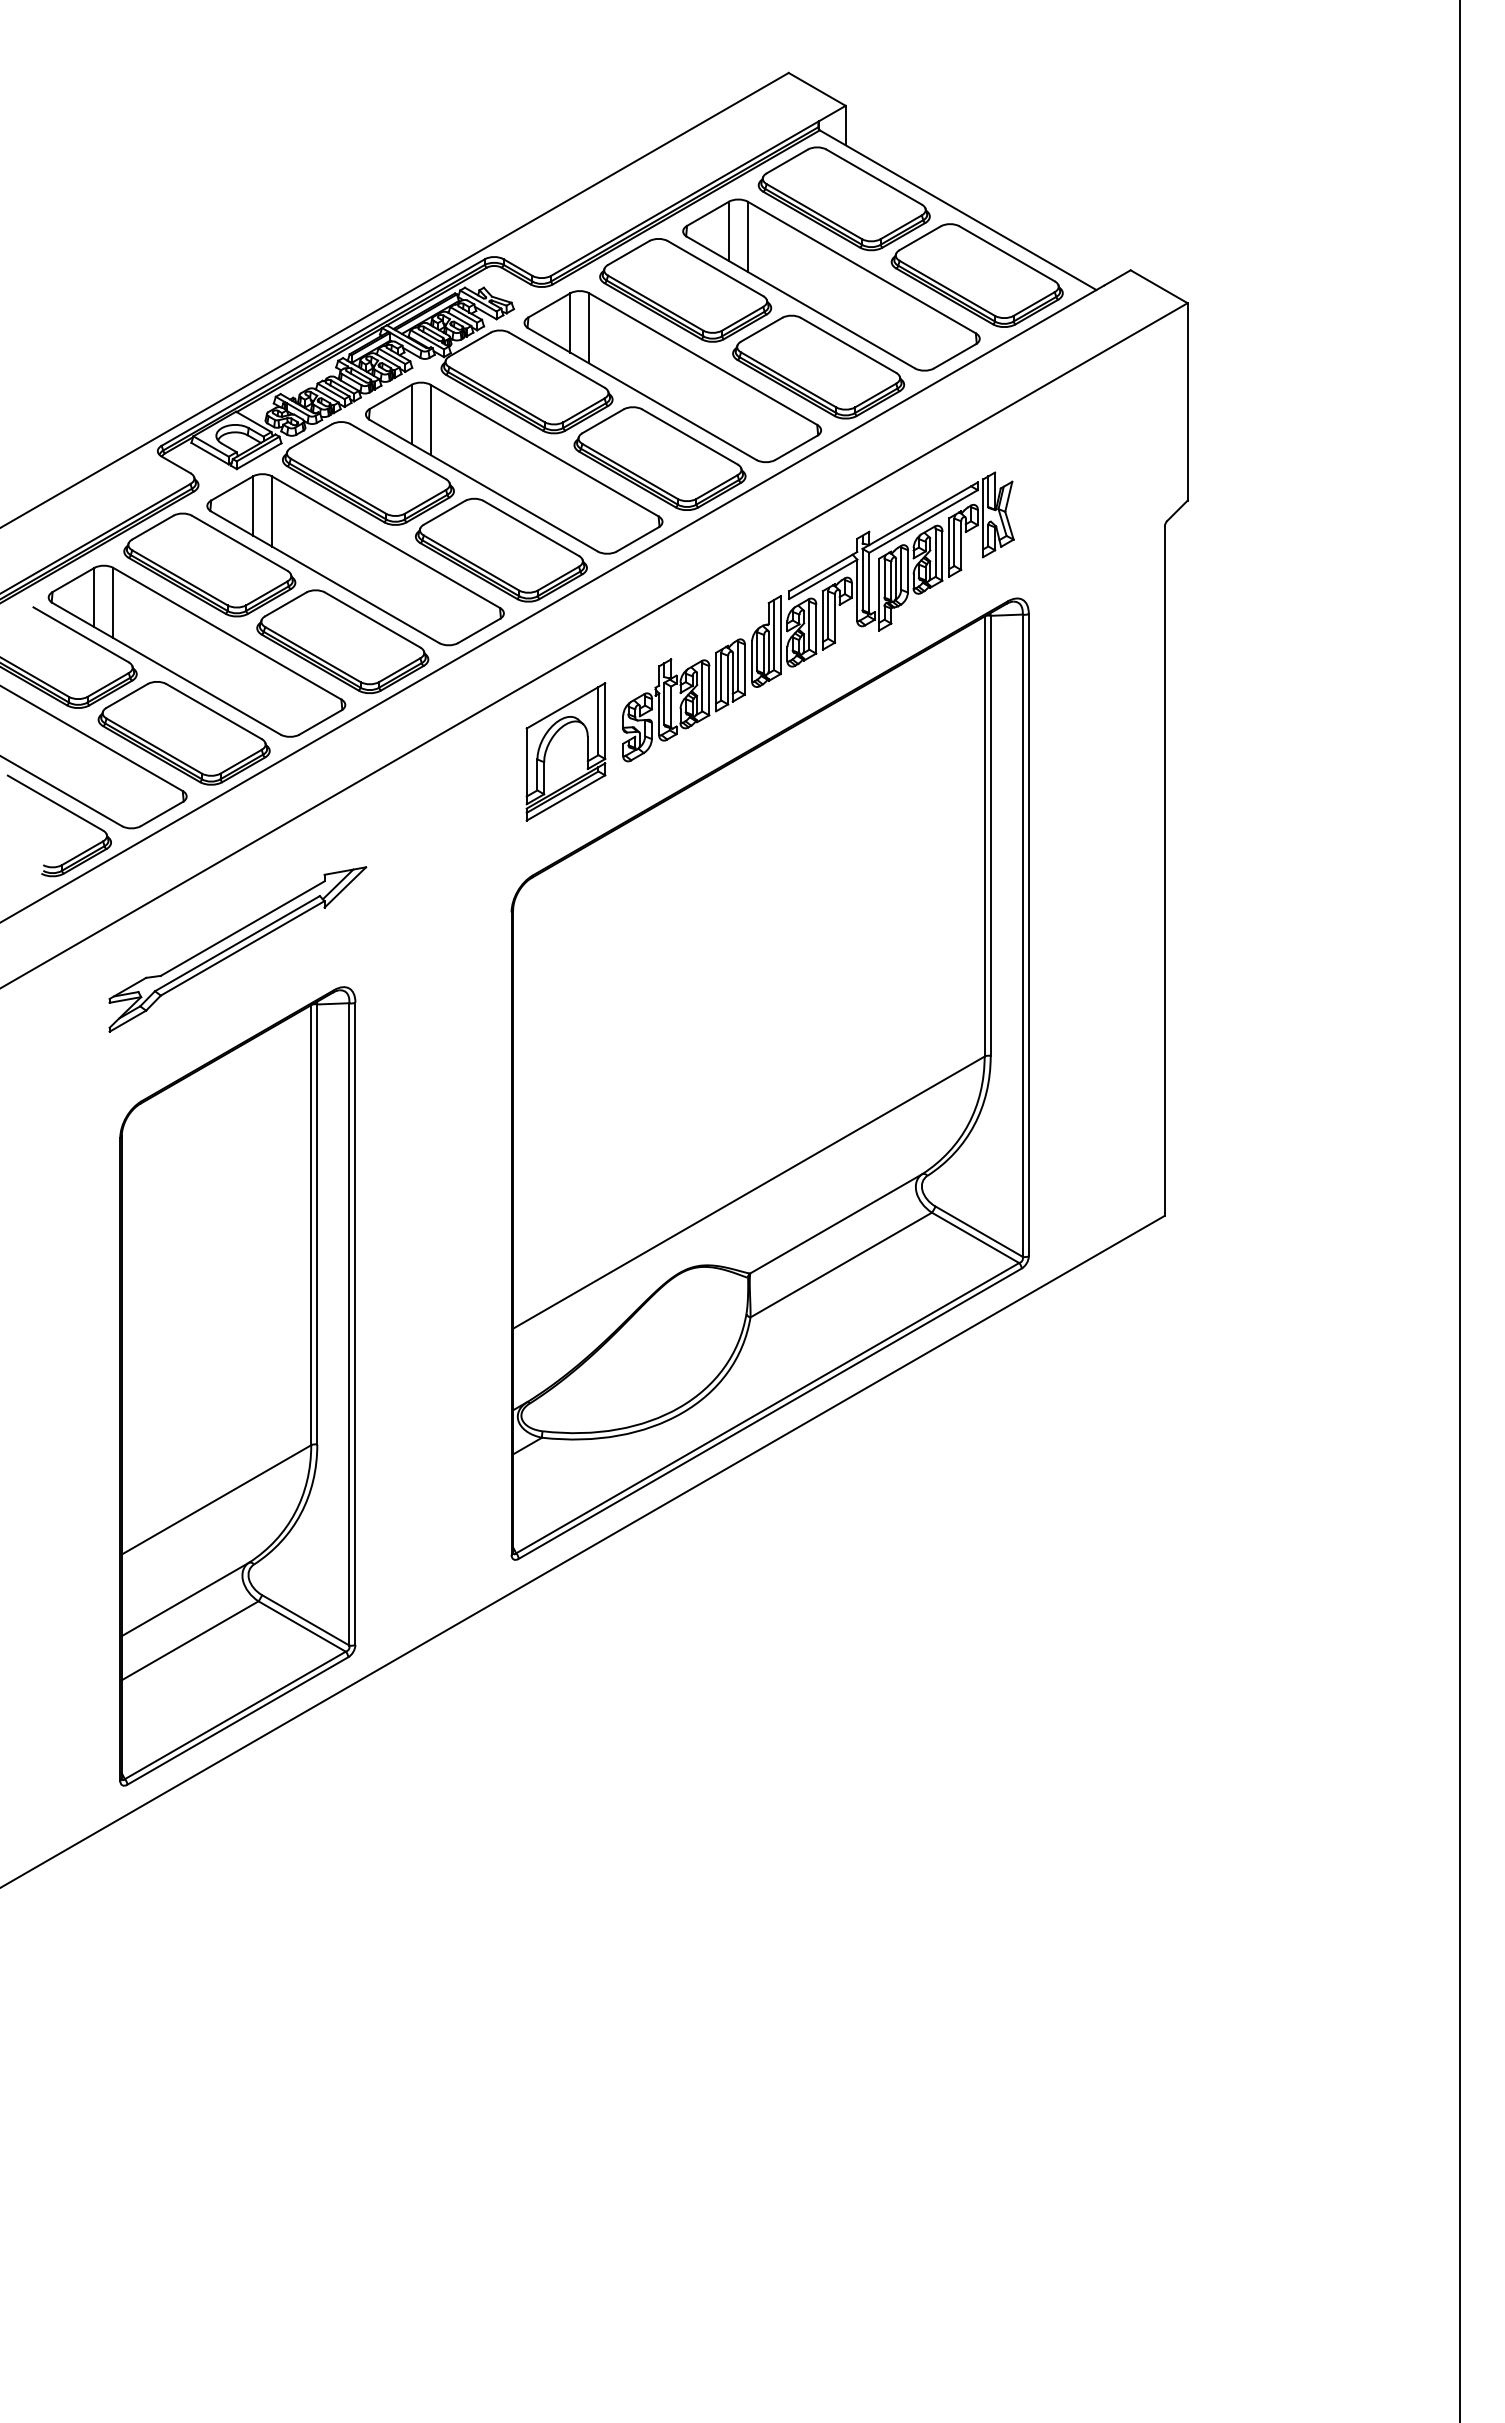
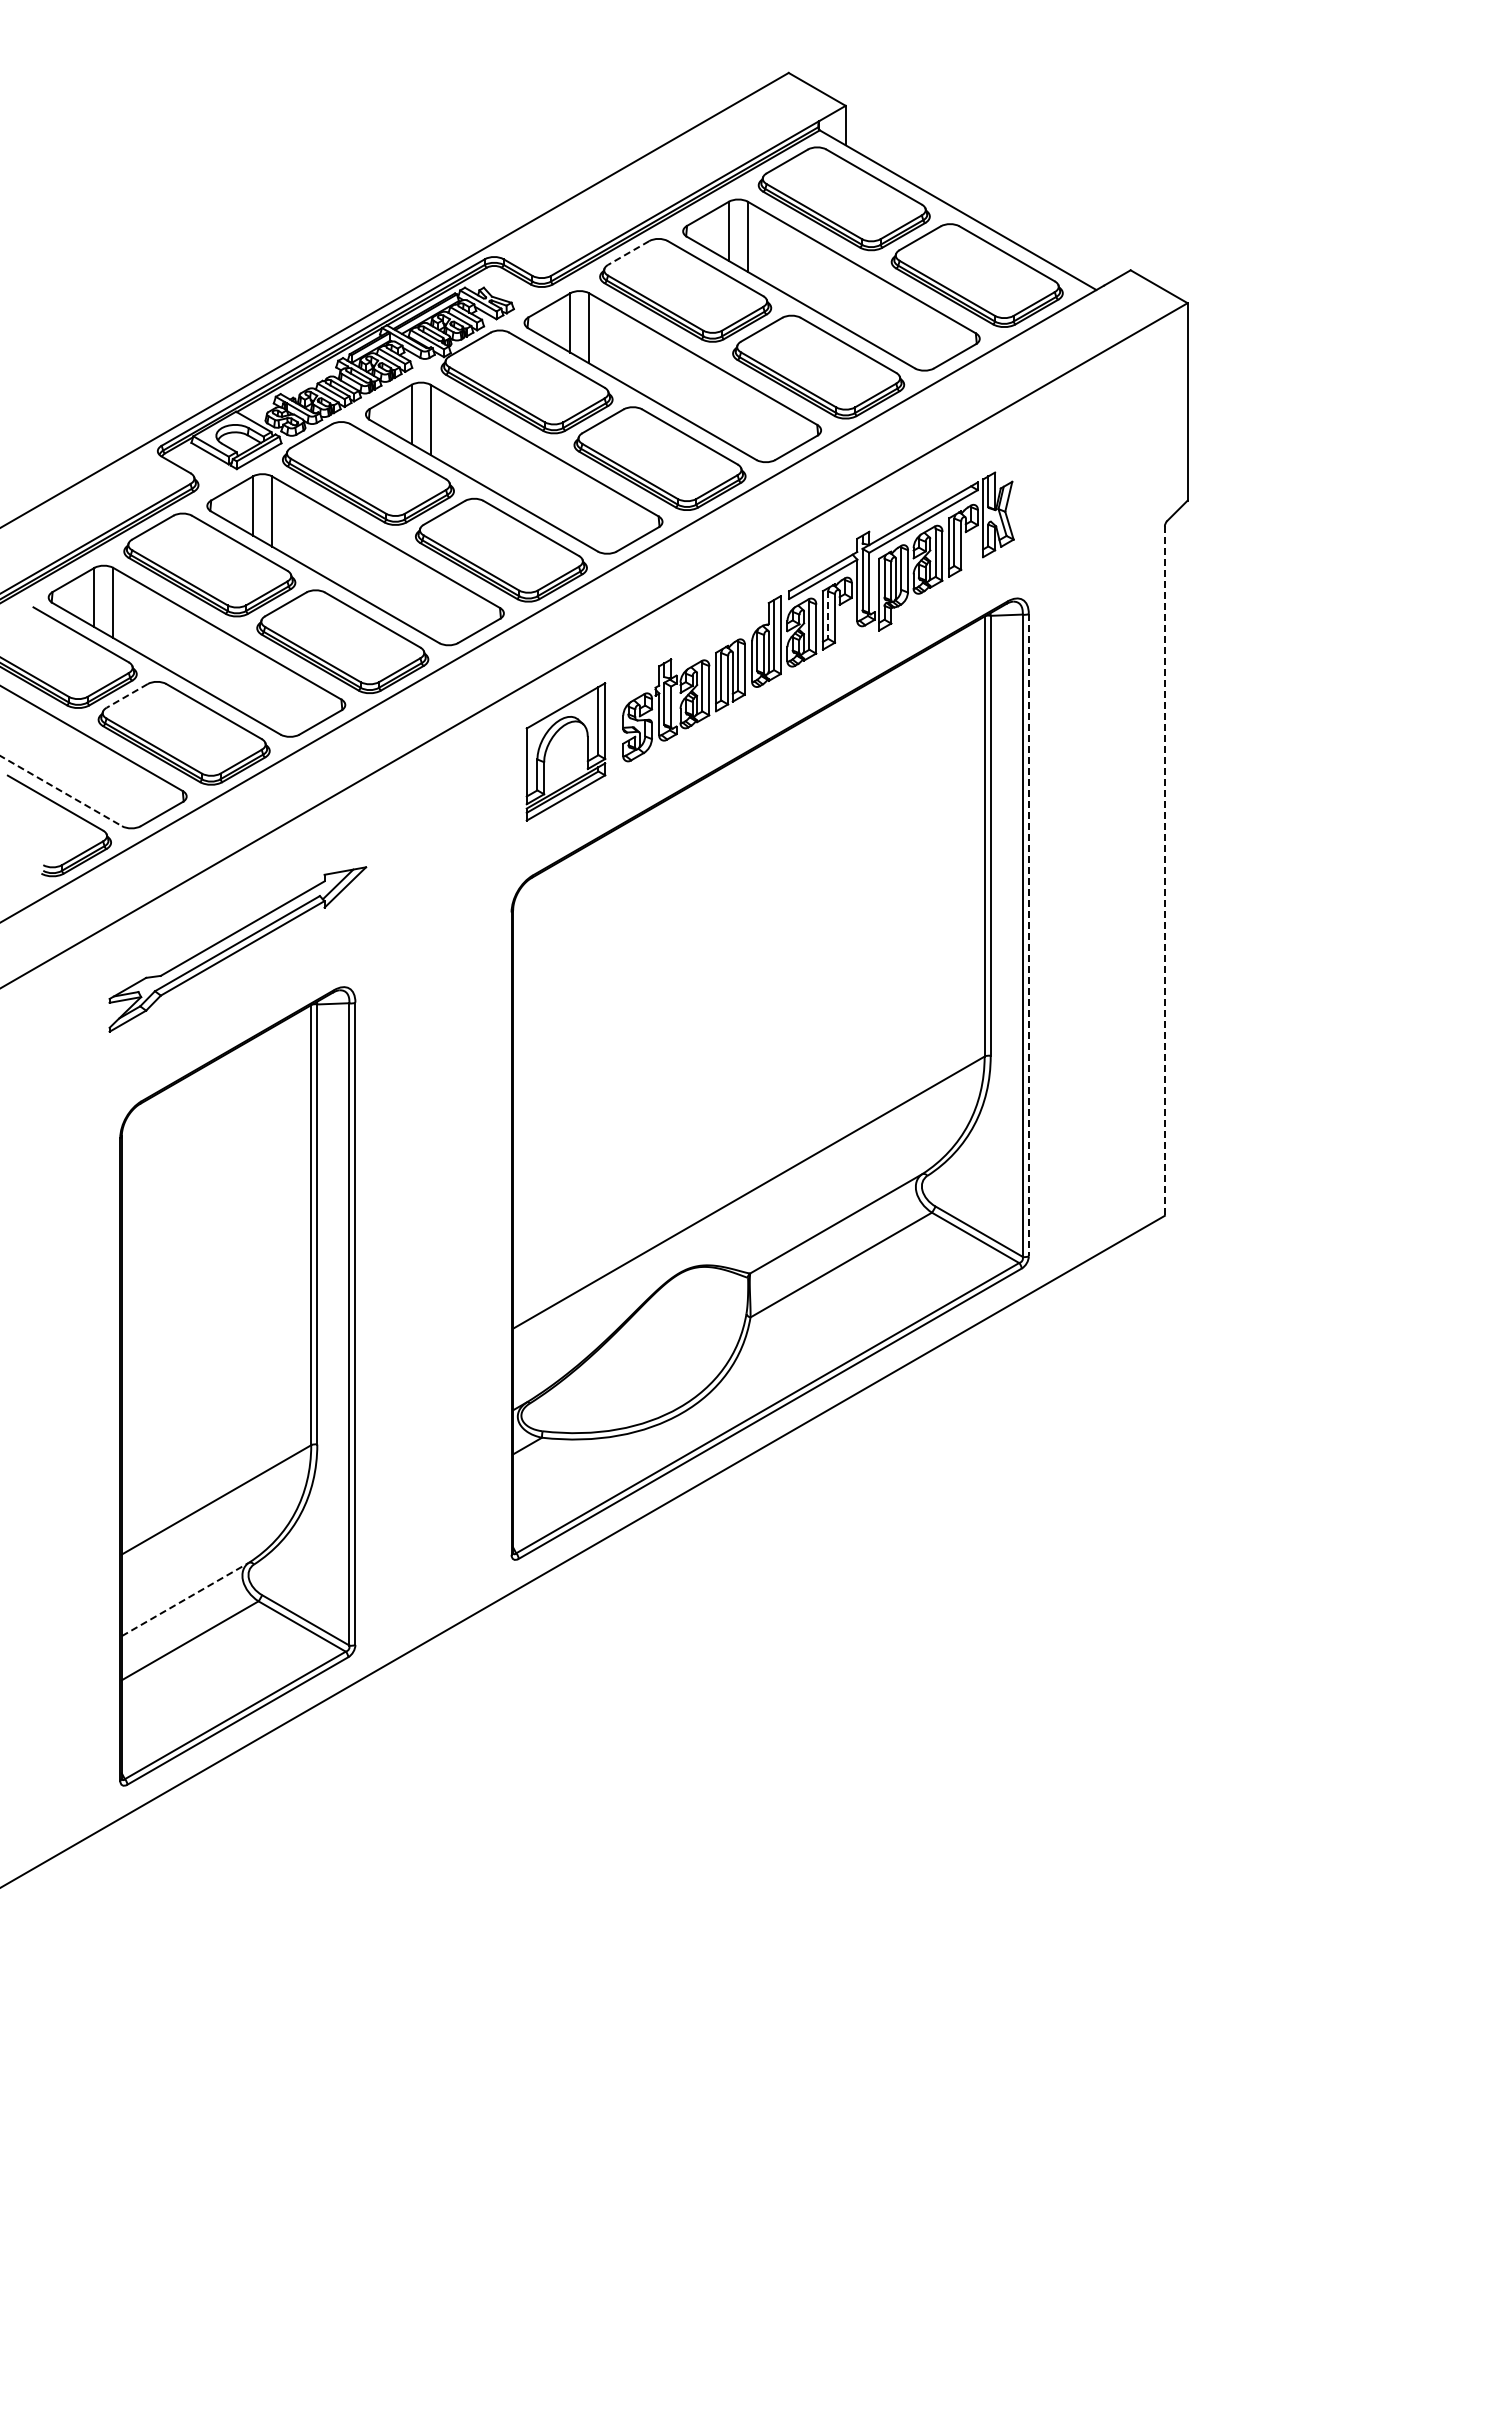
line at (628, 253): solid -> dashed
line at (828, 615): solid -> dashed
line at (127, 695): solid -> dashed
line at (61, 791): solid -> dashed
line at (1164, 871): solid -> dashed
line at (1028, 935): solid -> dashed
line at (1459, 1210): present -> none
line at (185, 1599): solid -> dashed
